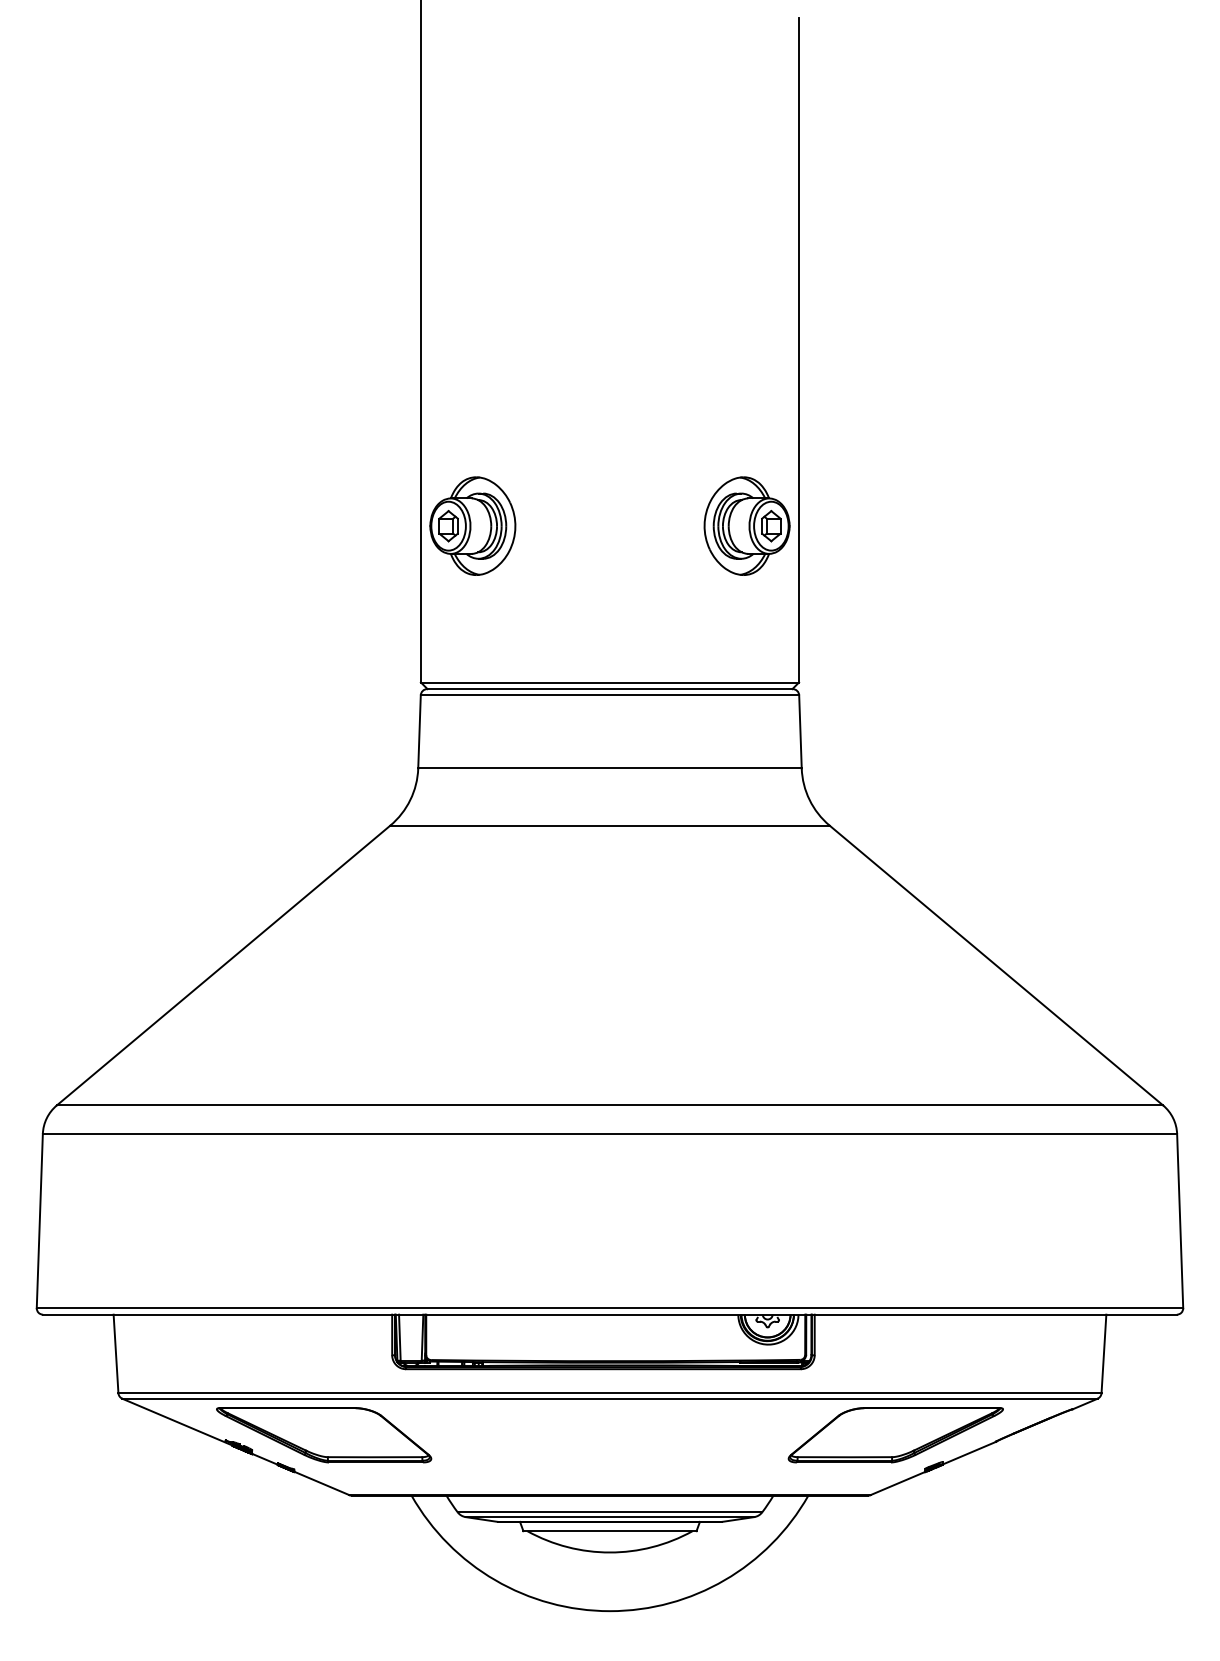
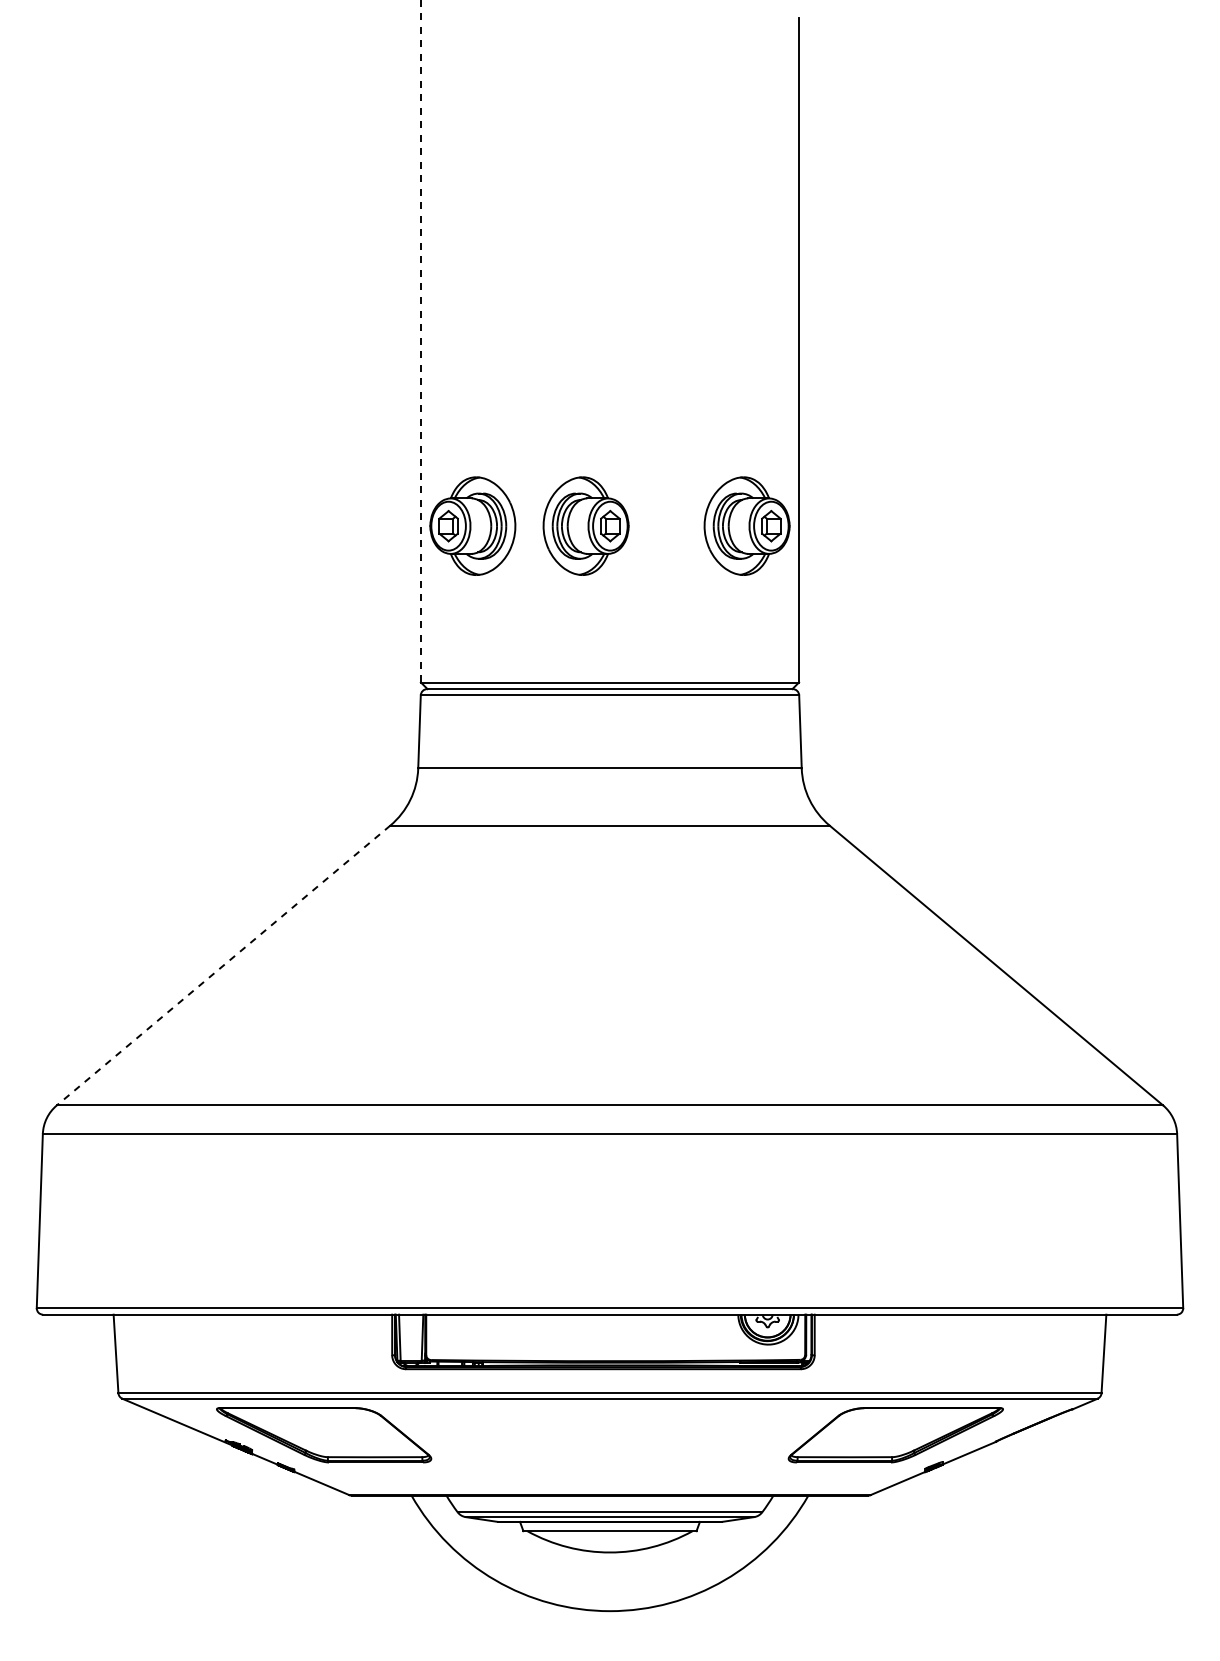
line at (420, 341): solid -> dashed
part at (585, 525): none -> present
line at (223, 965): solid -> dashed
